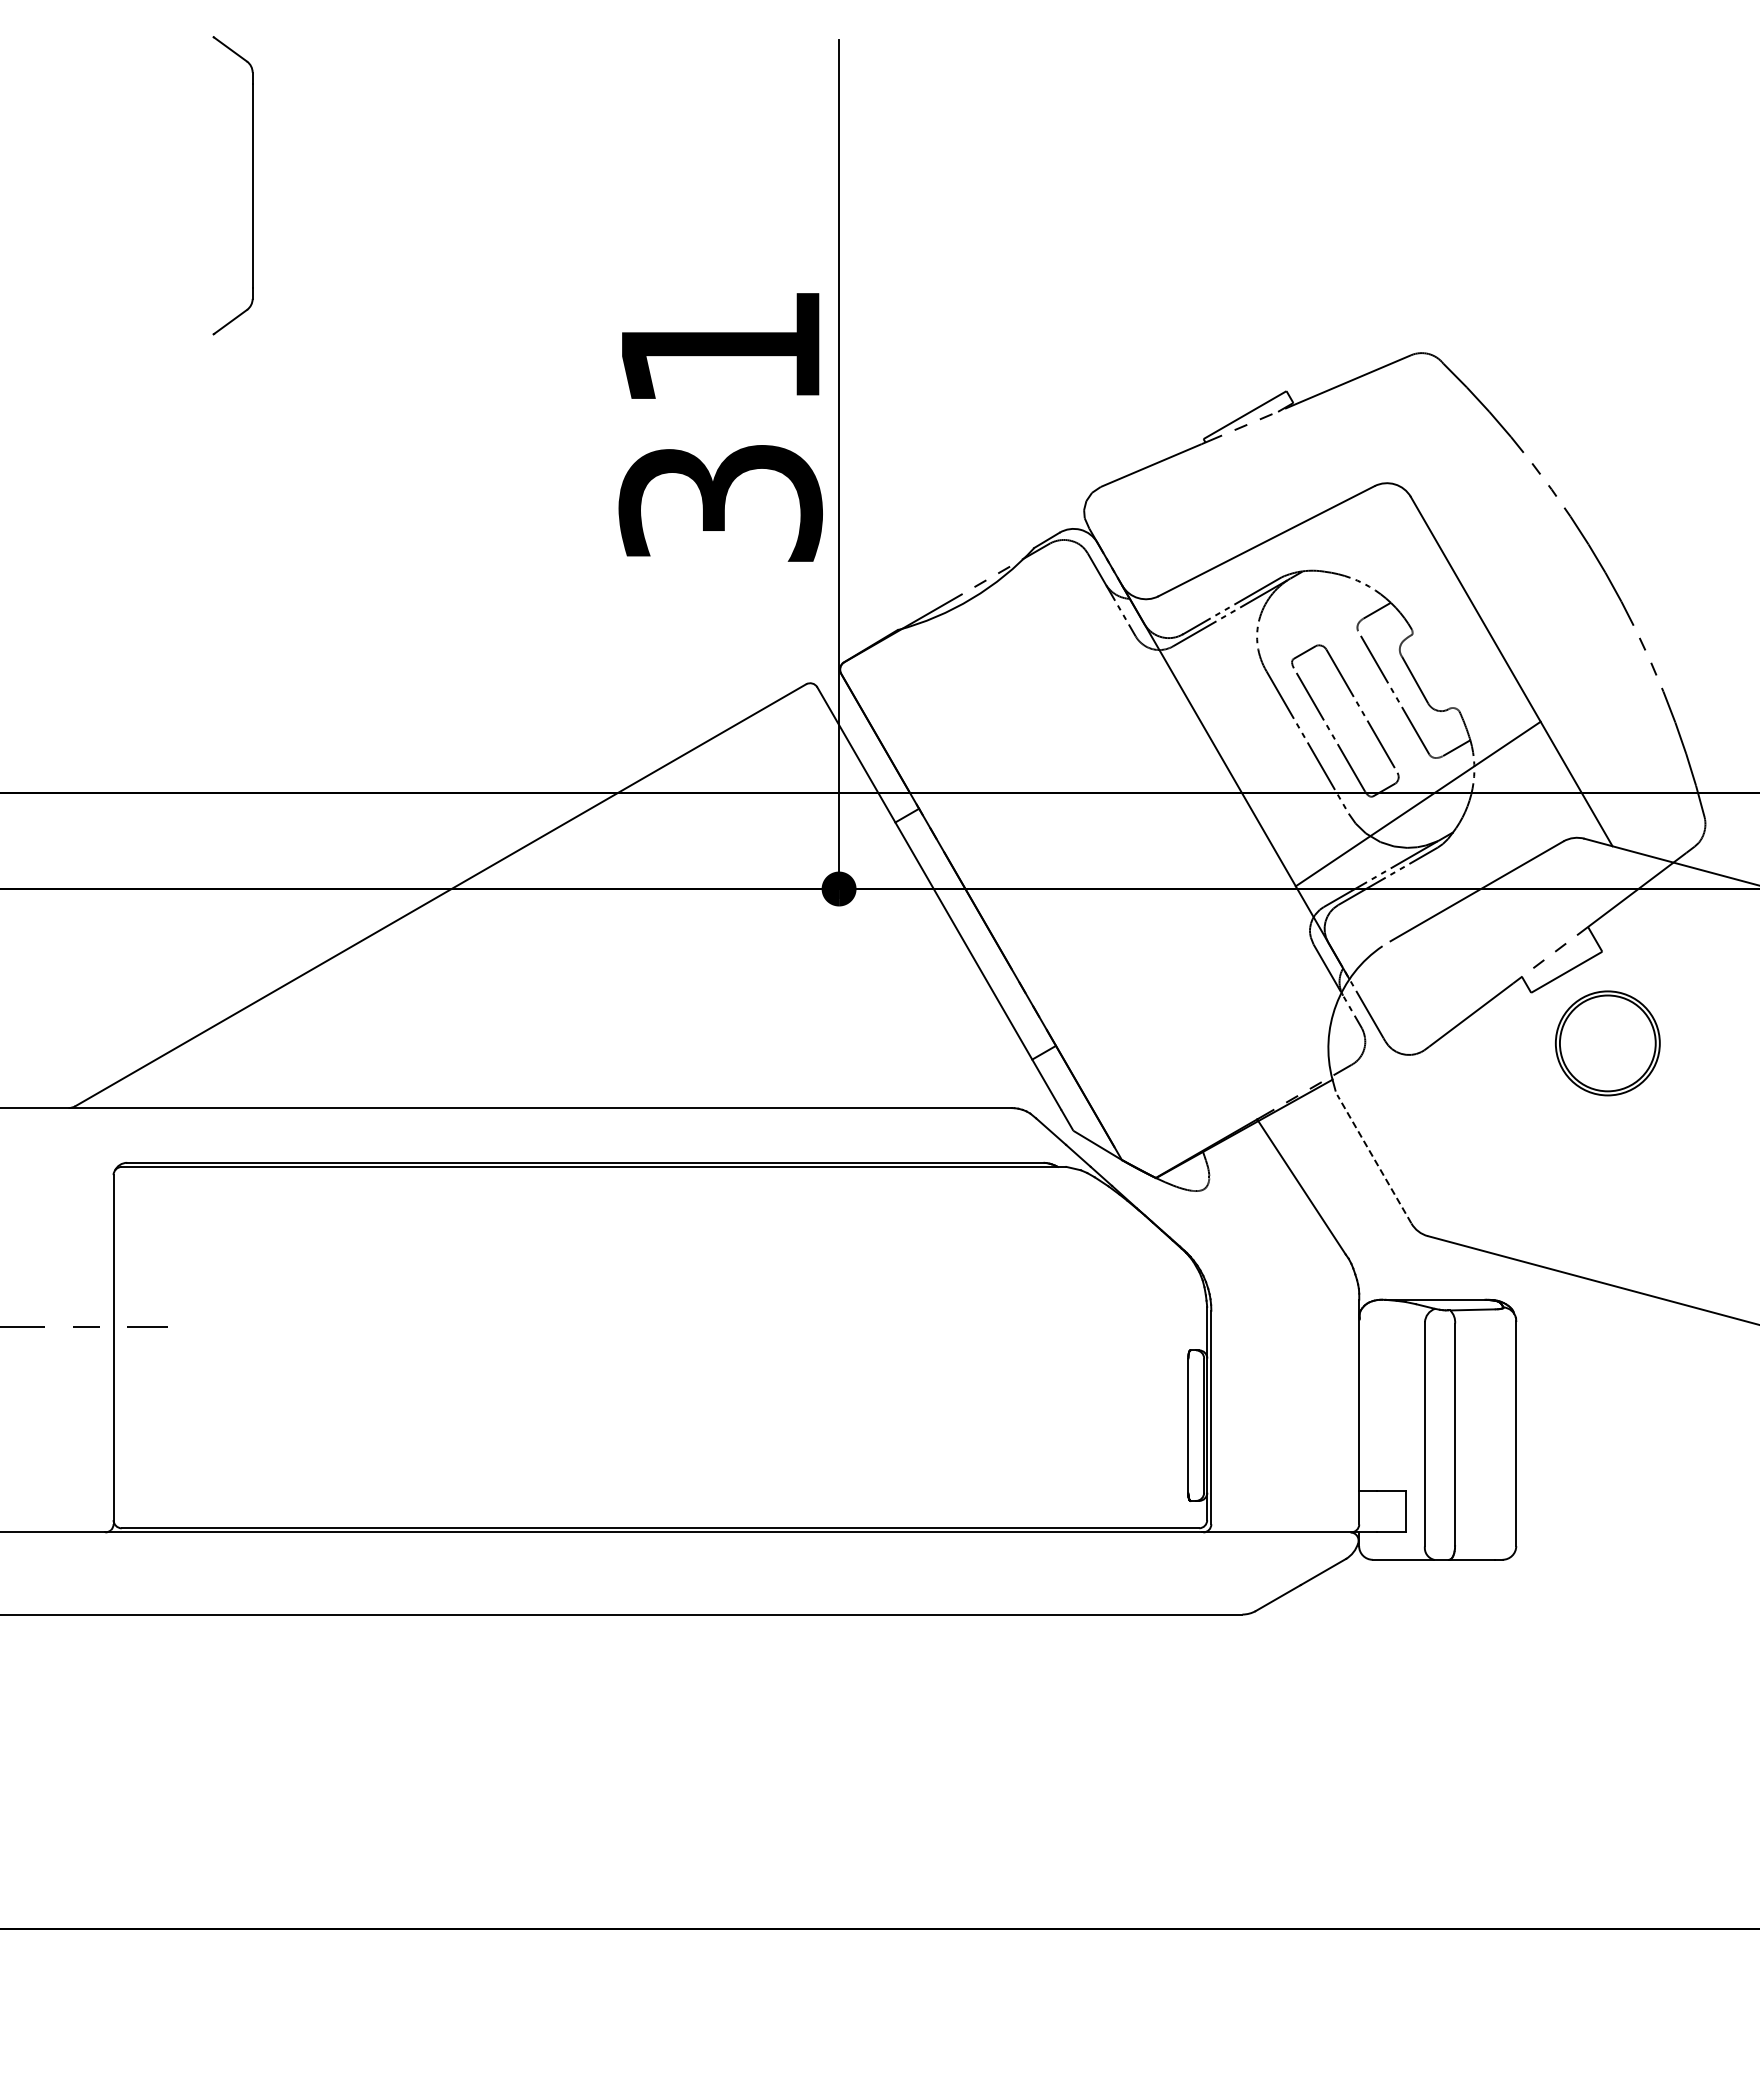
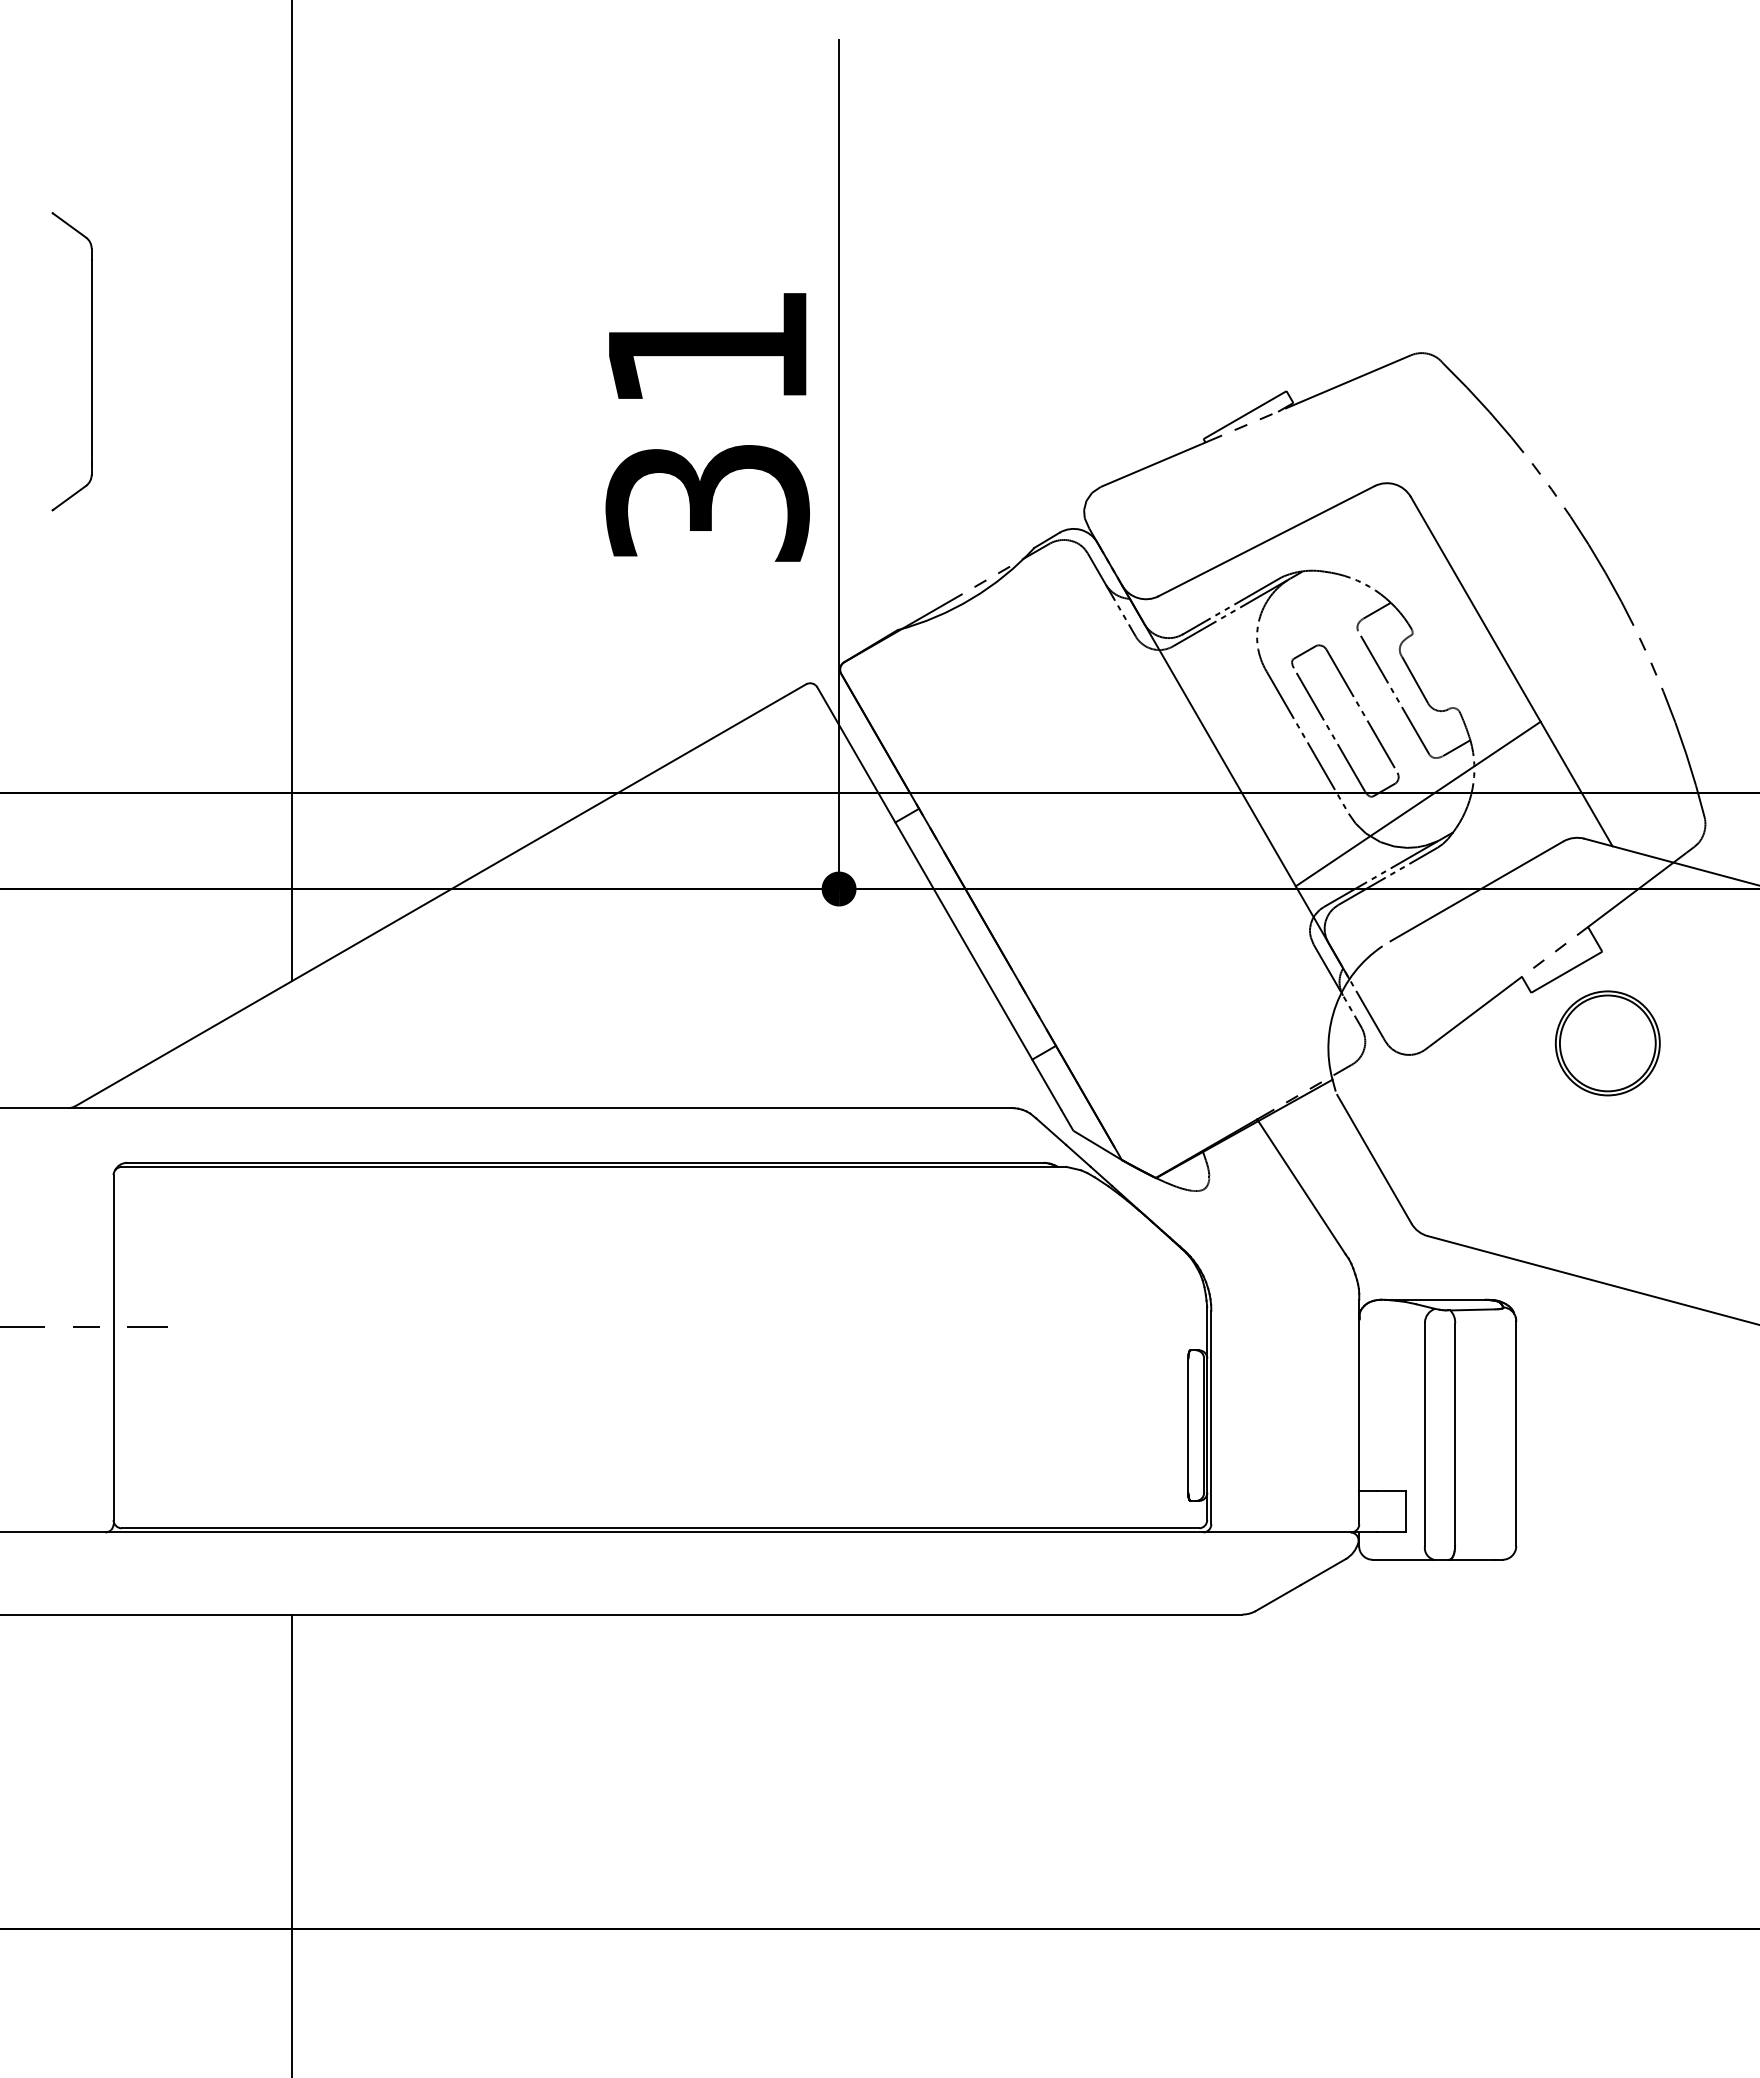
part at (252, 185) position: (252, 185) -> (91, 361)
text at (720, 427) position: (720, 427) -> (707, 427)
line at (291, 491): none -> present
line at (1374, 1158): dashed -> solid
line at (291, 1844): none -> present
